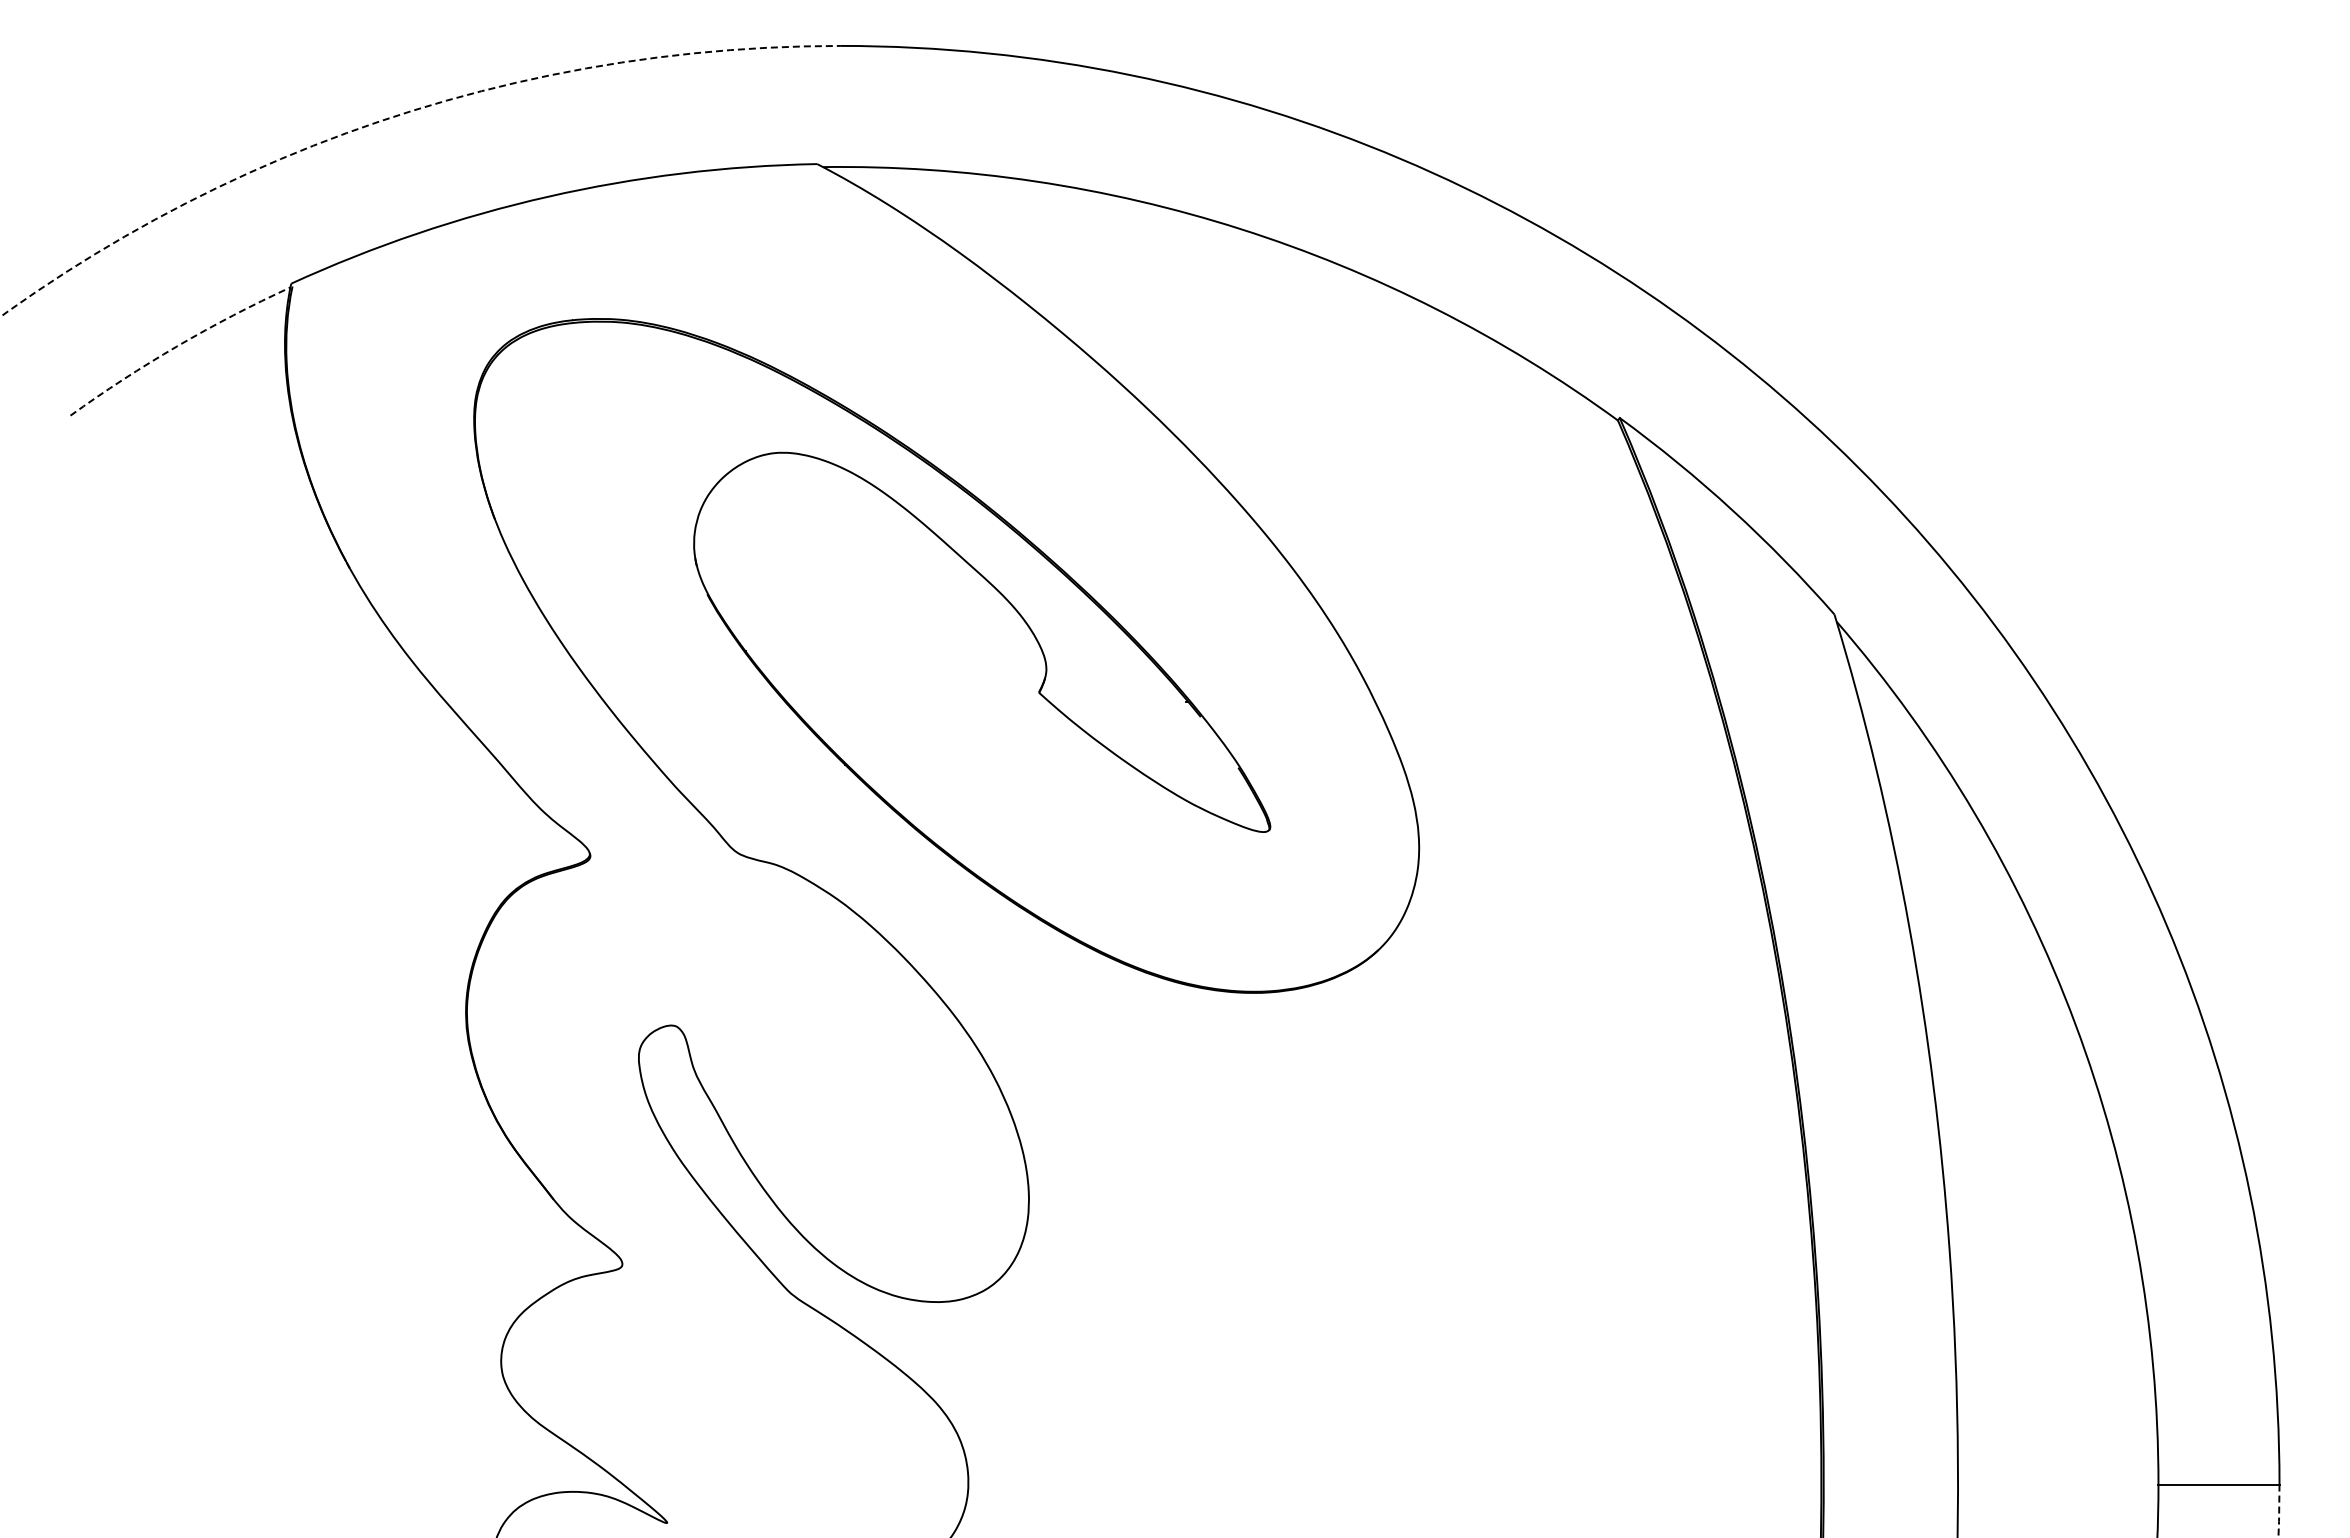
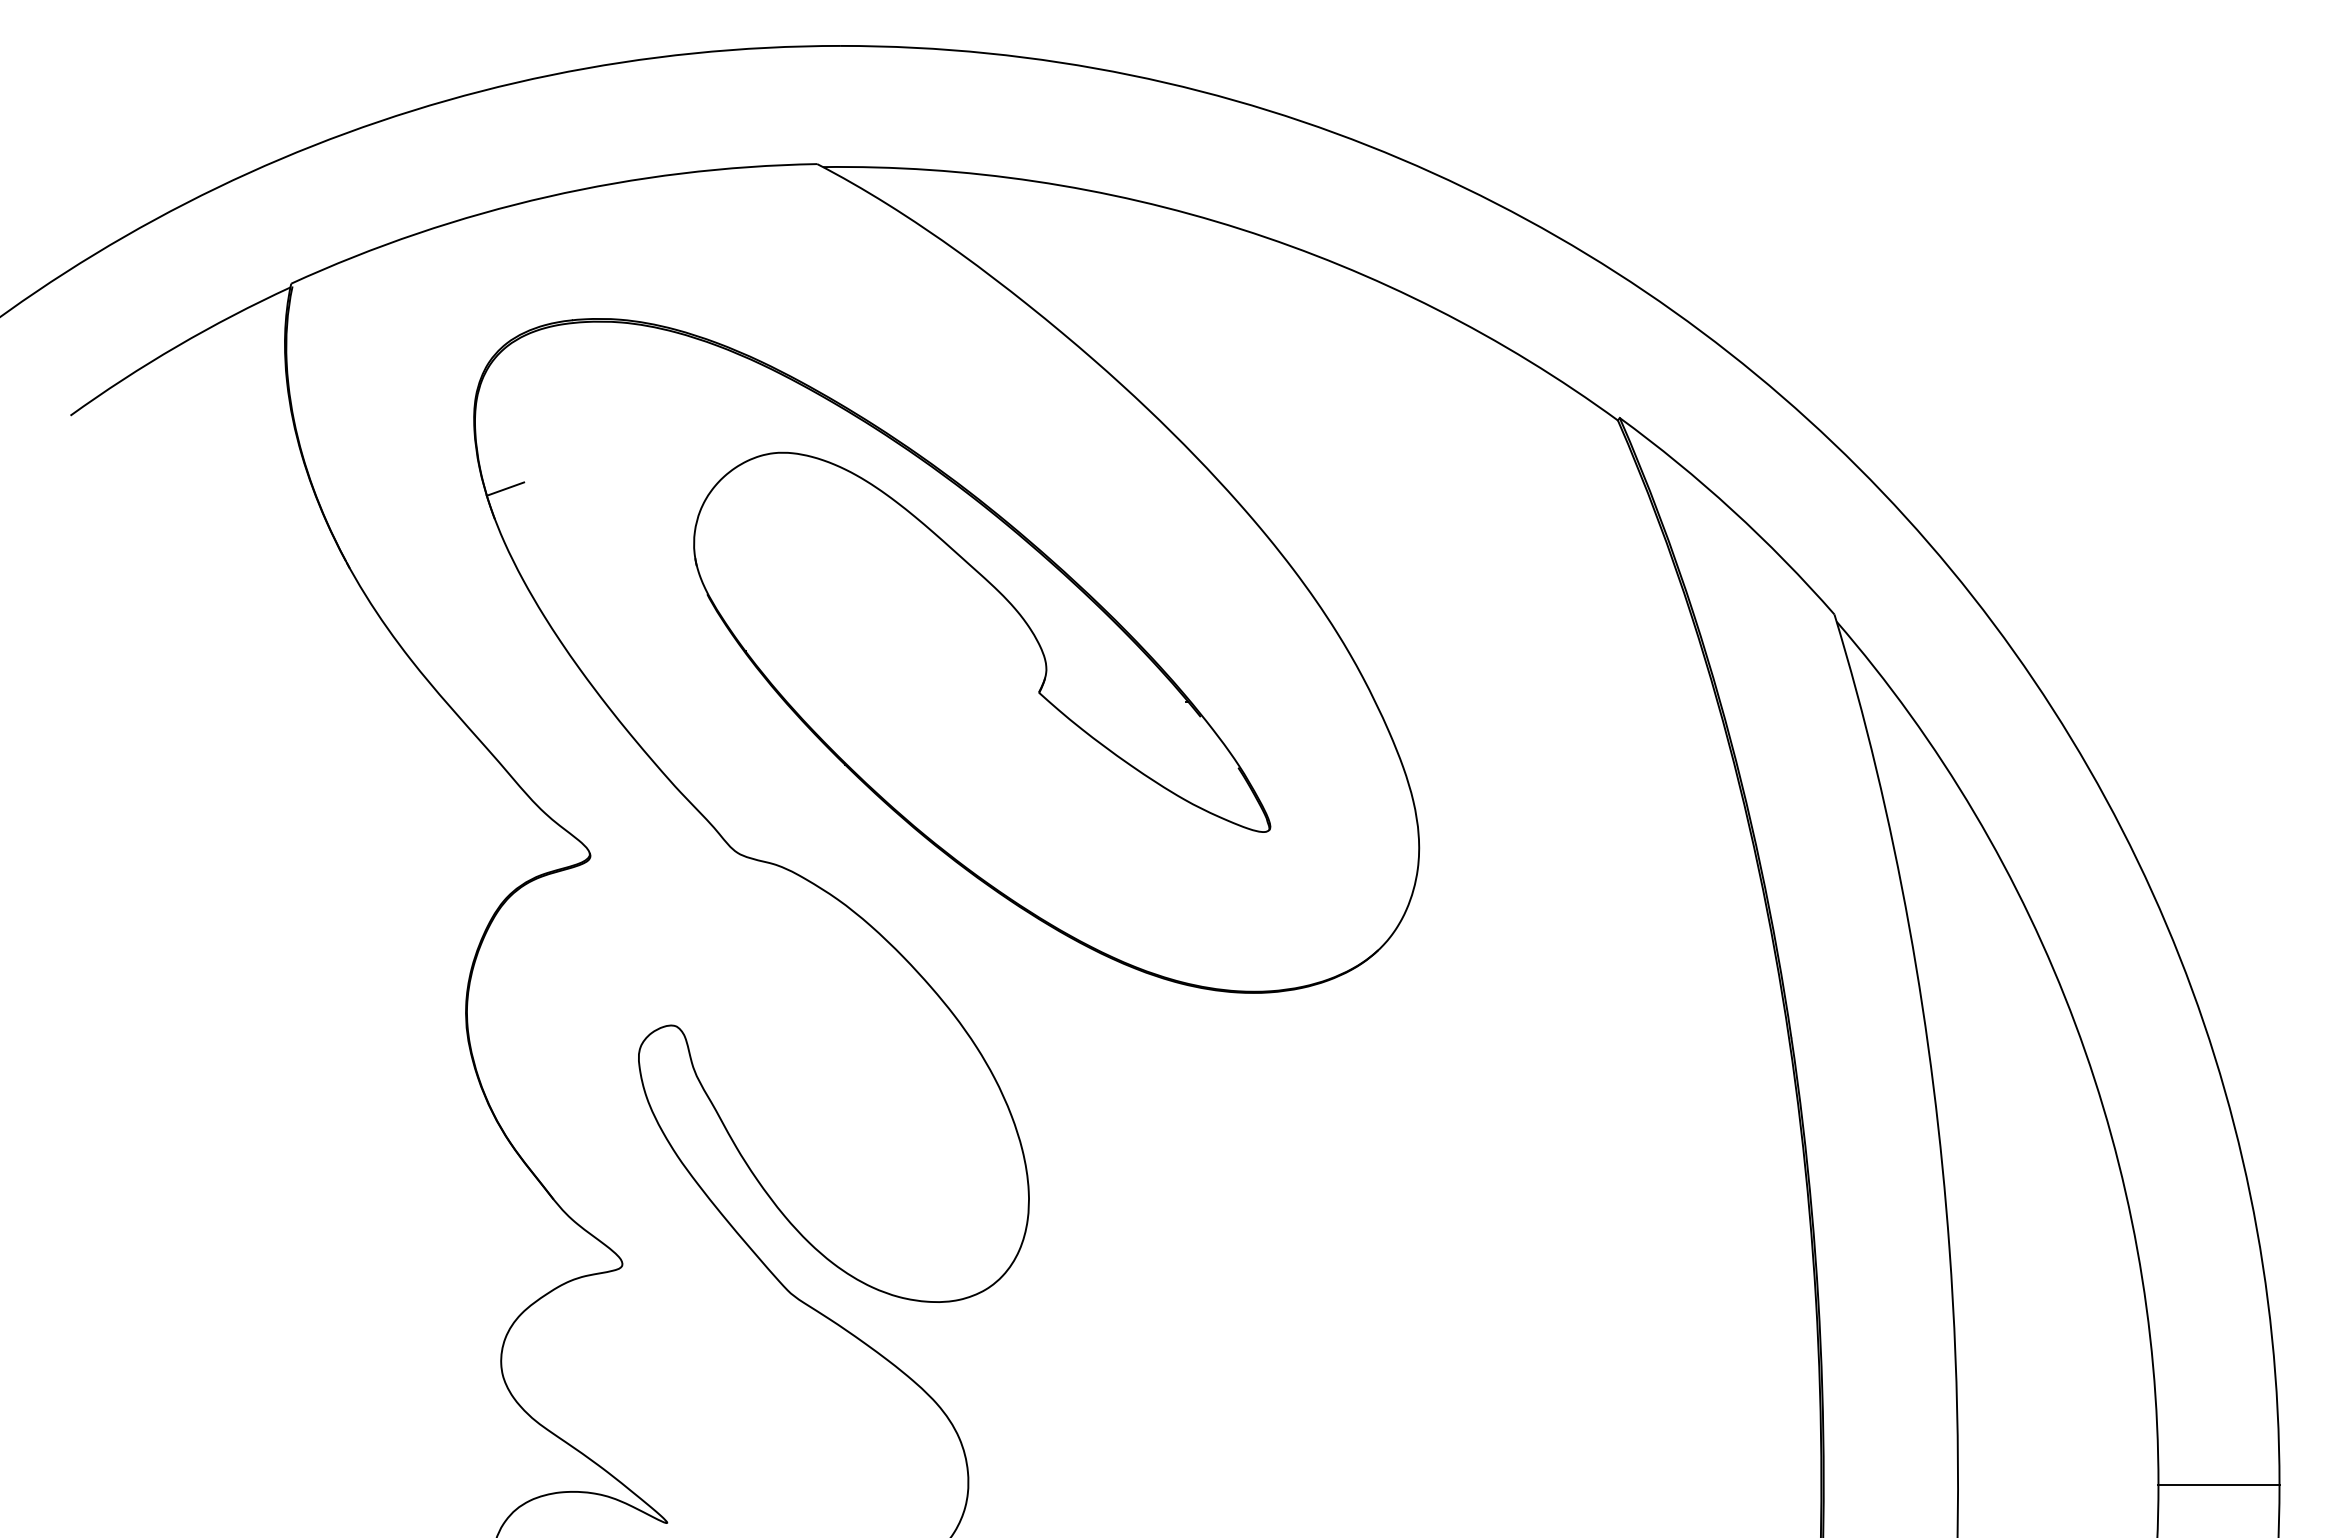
arc at (373, 123): dashed -> solid
arc at (177, 346): dashed -> solid
line at (505, 488): none -> present
